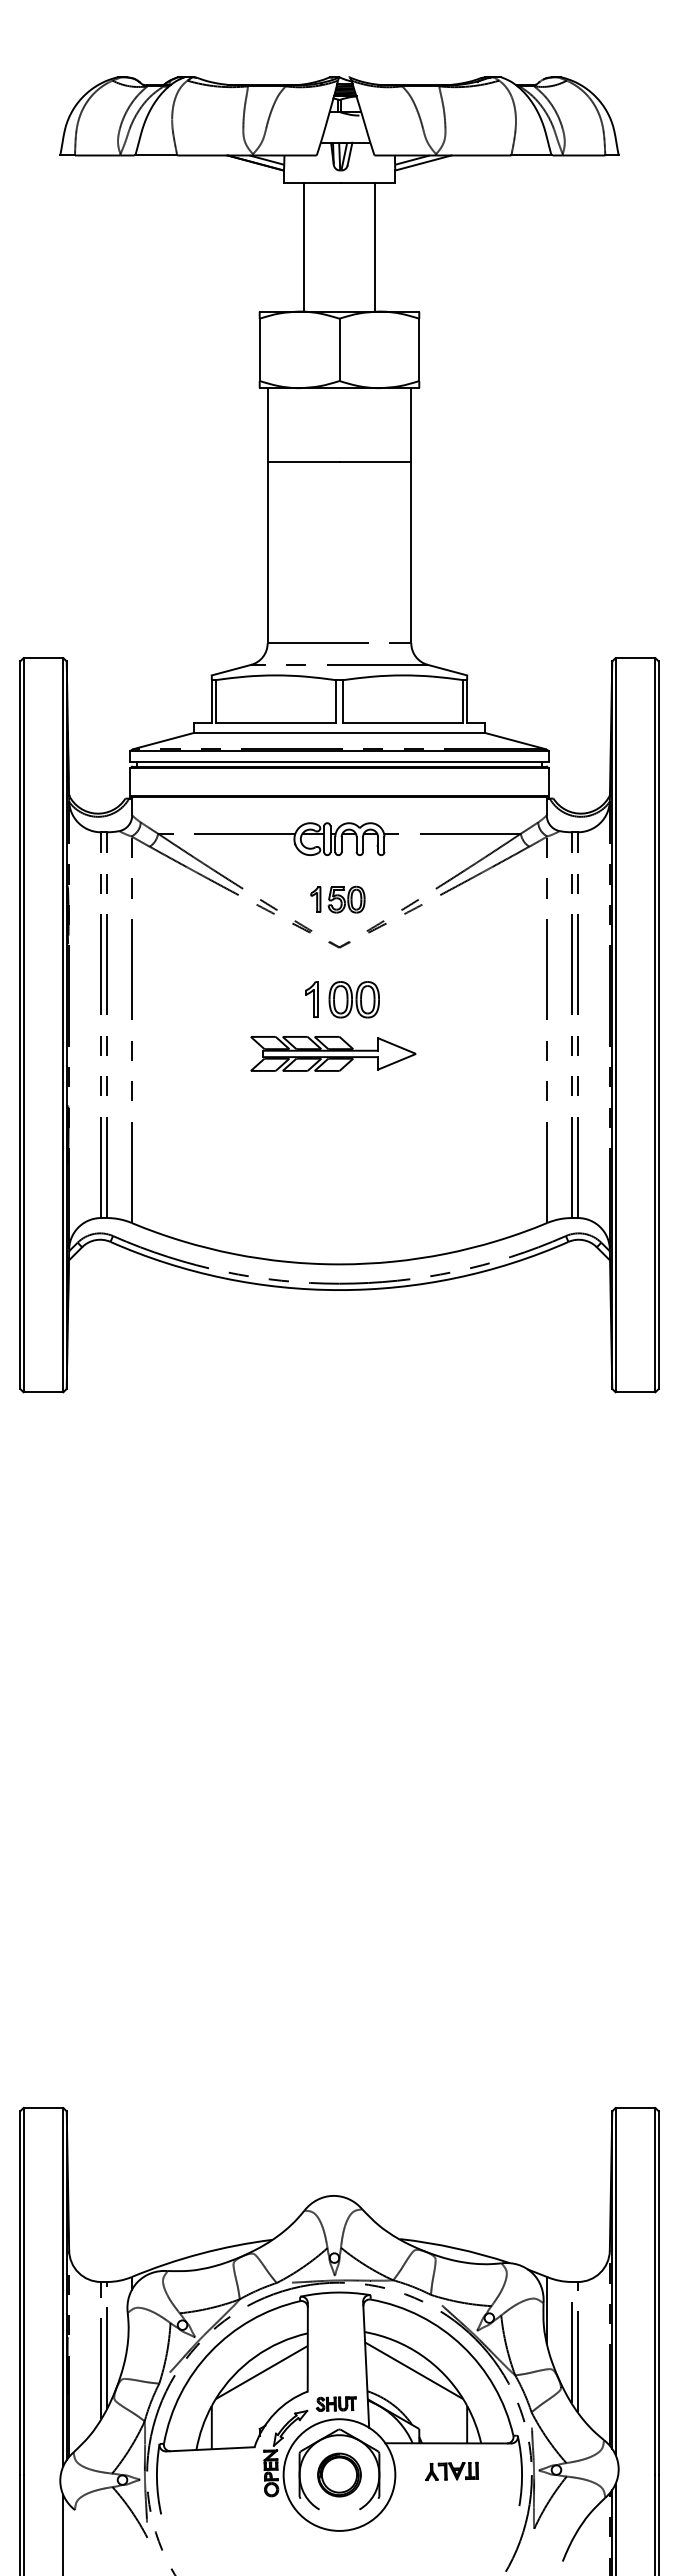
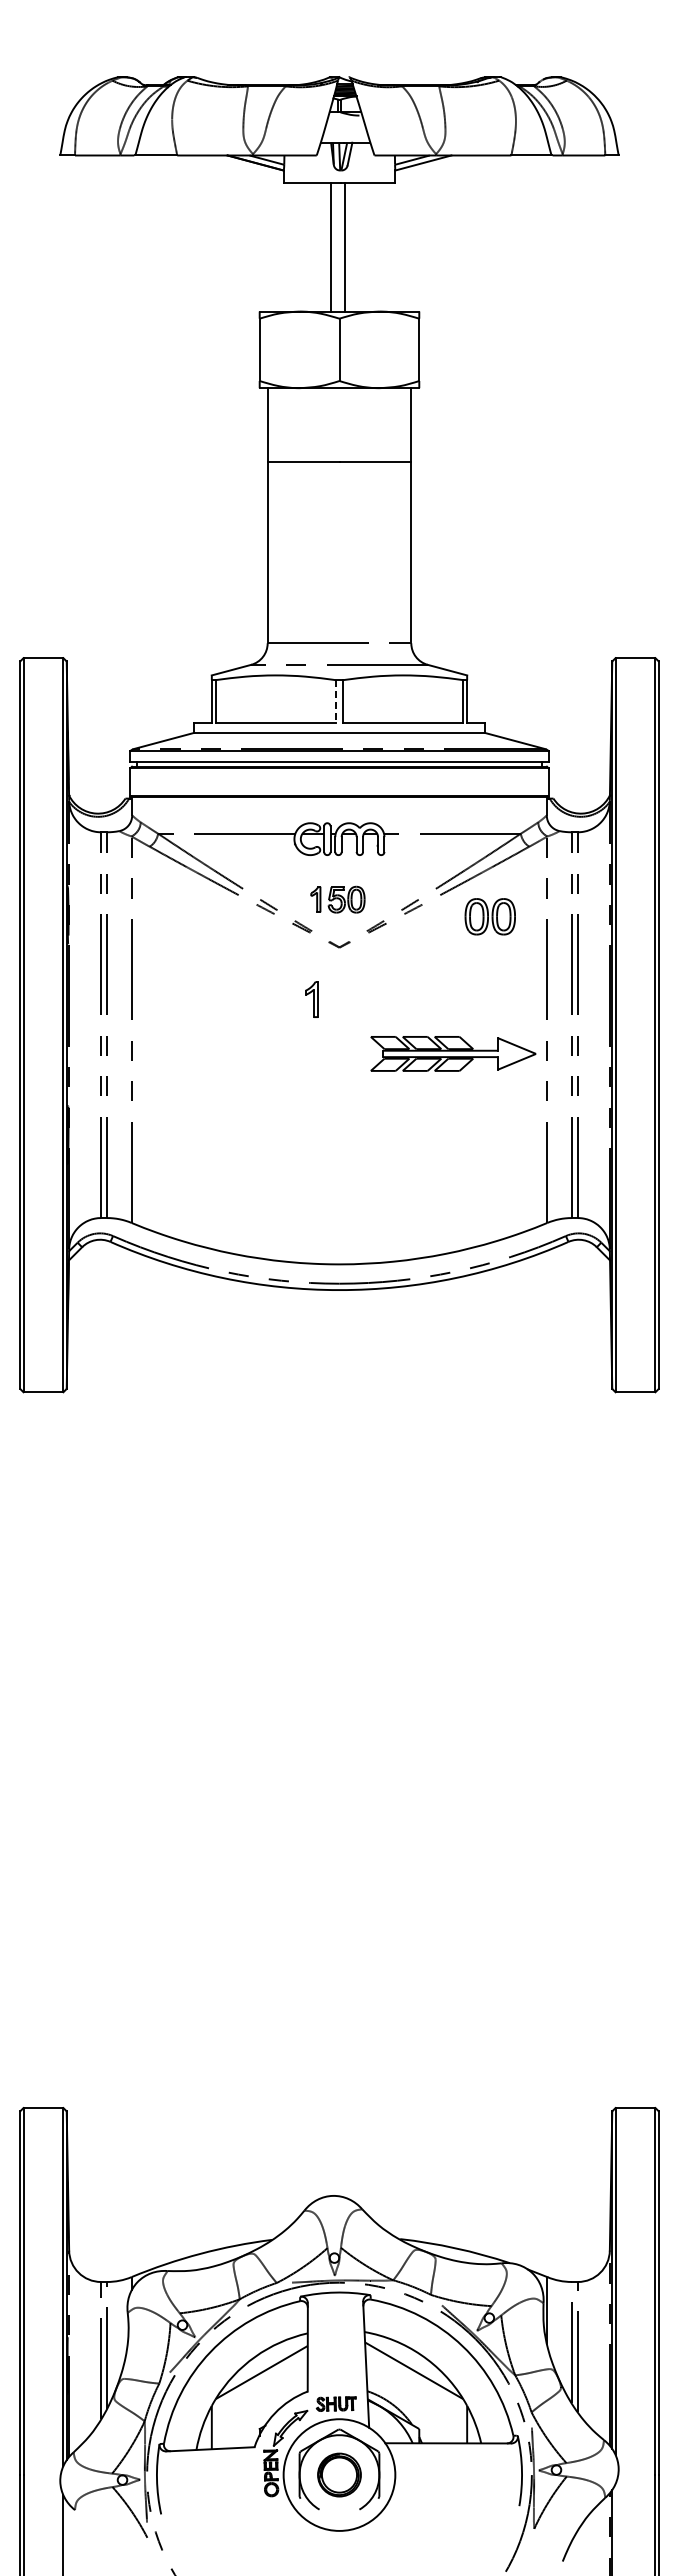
line at (304, 246) position: (304, 246) -> (345, 246)
line at (374, 246) position: (374, 246) -> (330, 246)
line at (335, 701): solid -> dashed
part at (353, 999) position: (353, 999) -> (489, 916)
part at (333, 1053) position: (333, 1053) -> (453, 1053)
part at (451, 2471): present -> none
line at (615, 2528): present -> none
